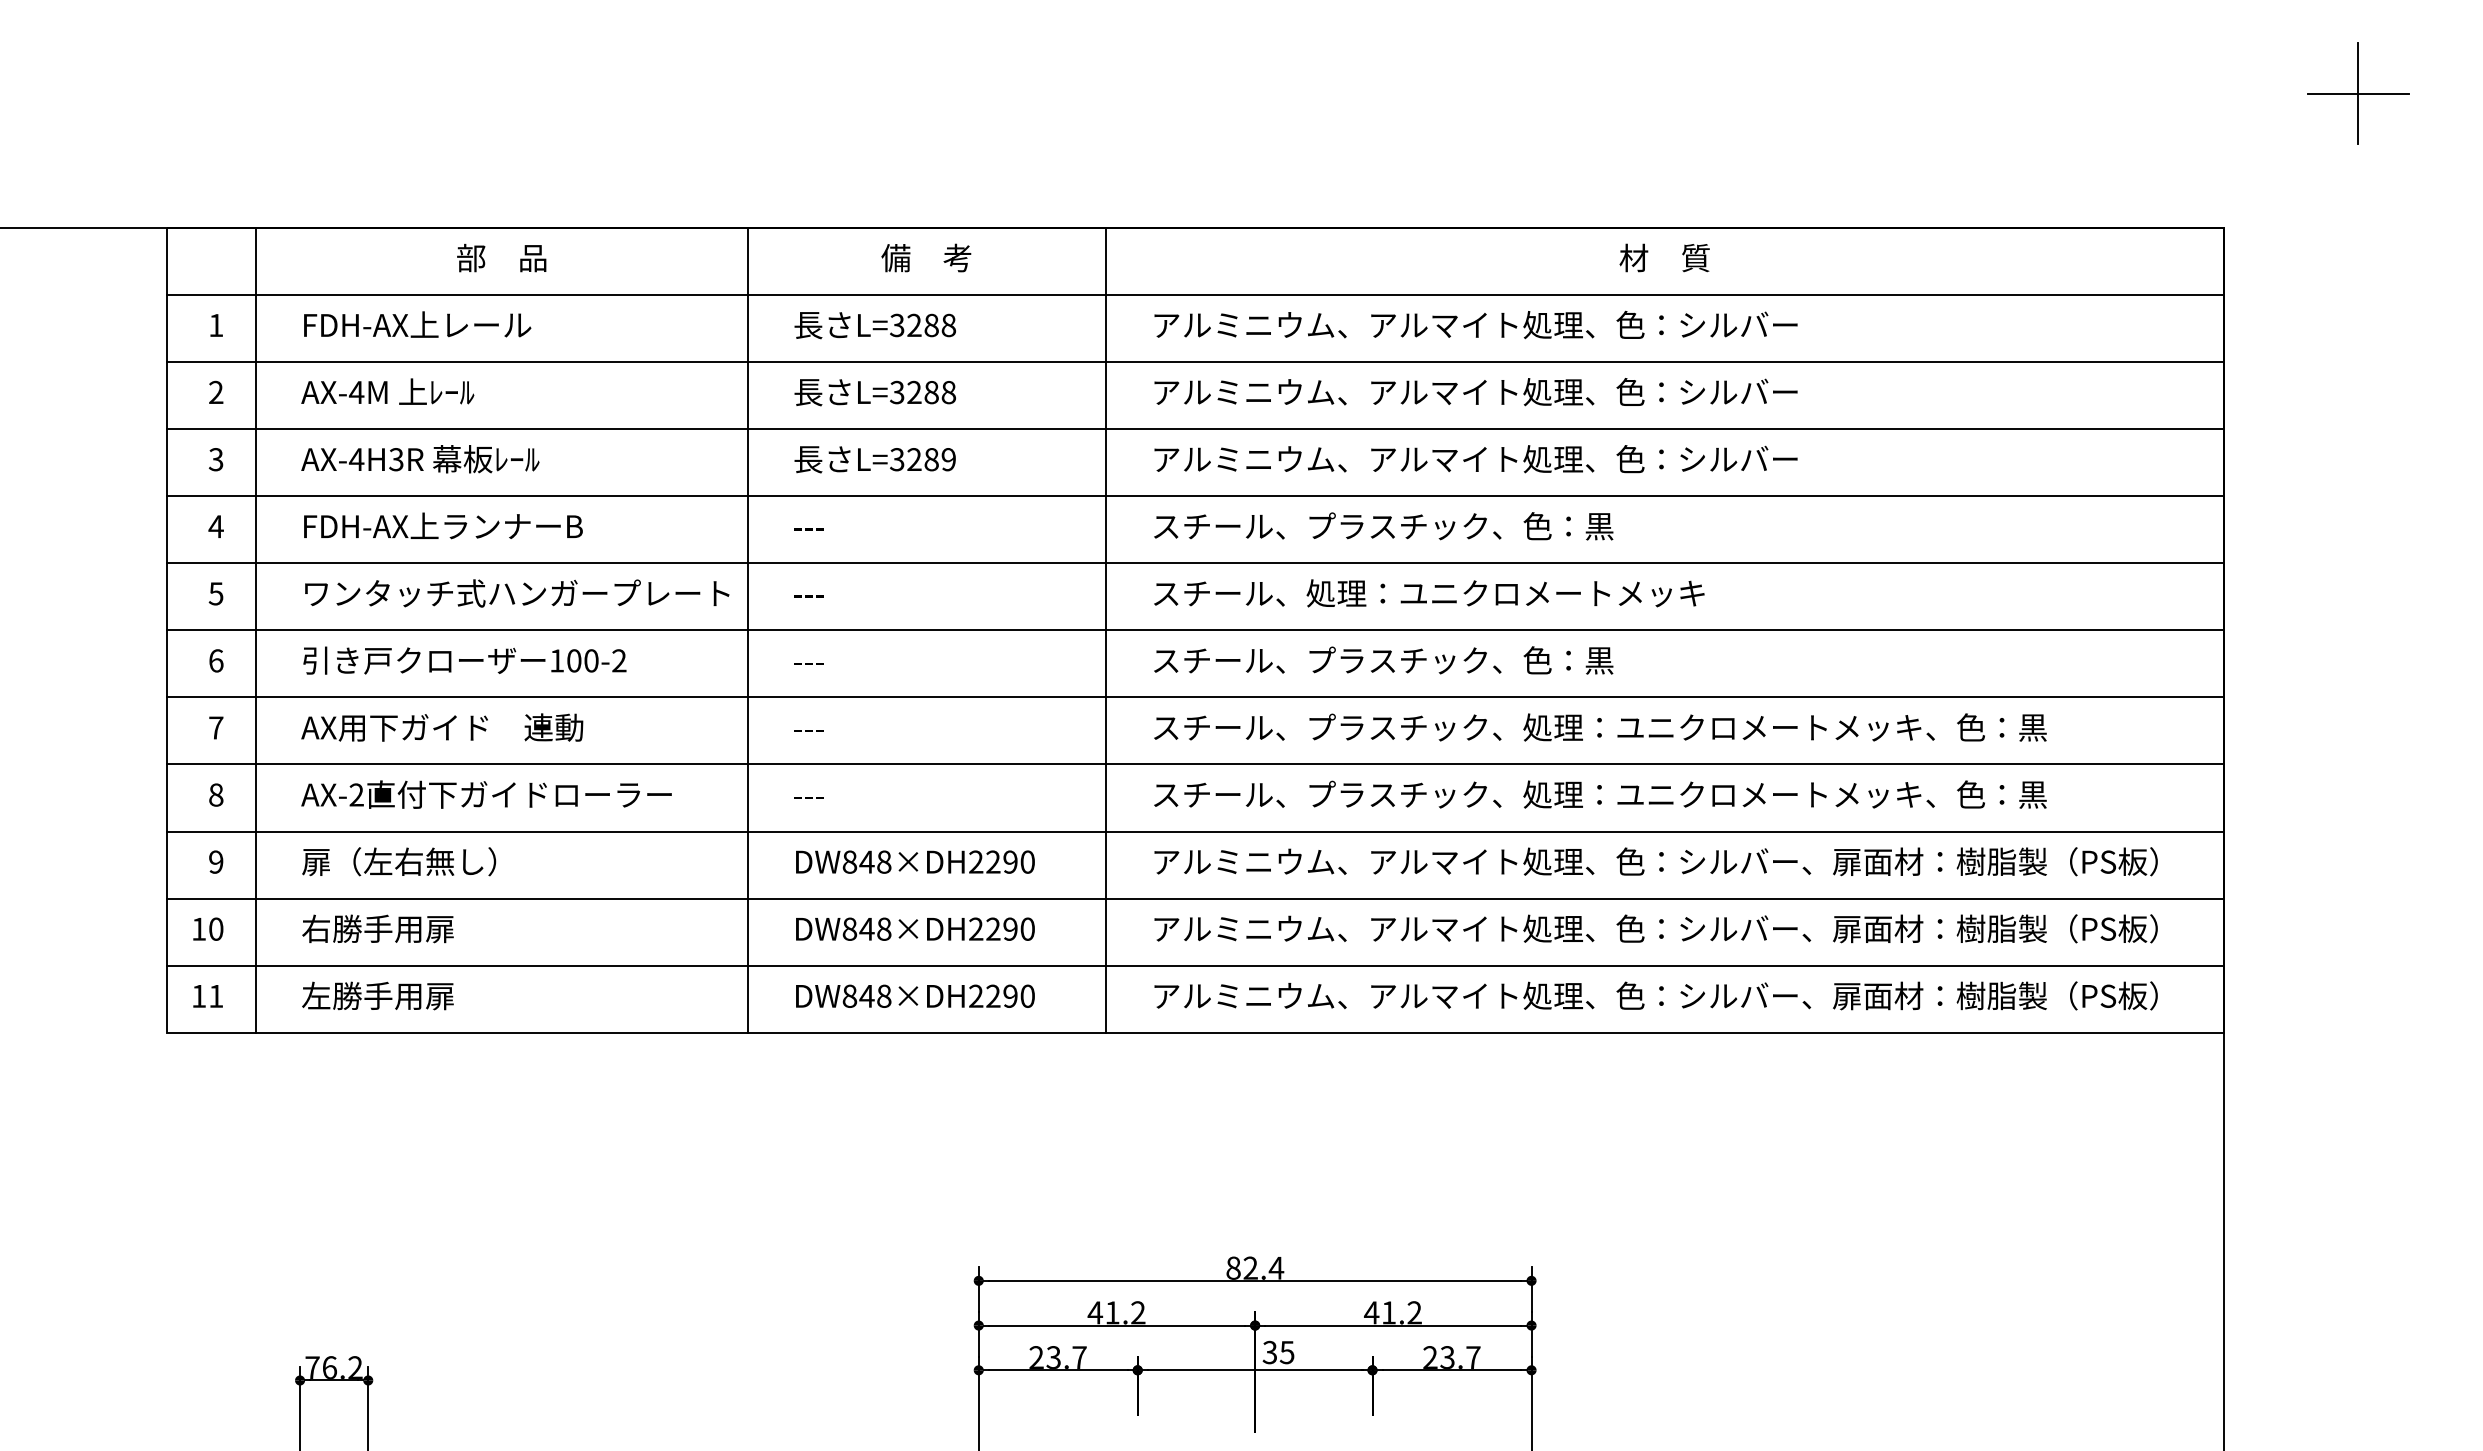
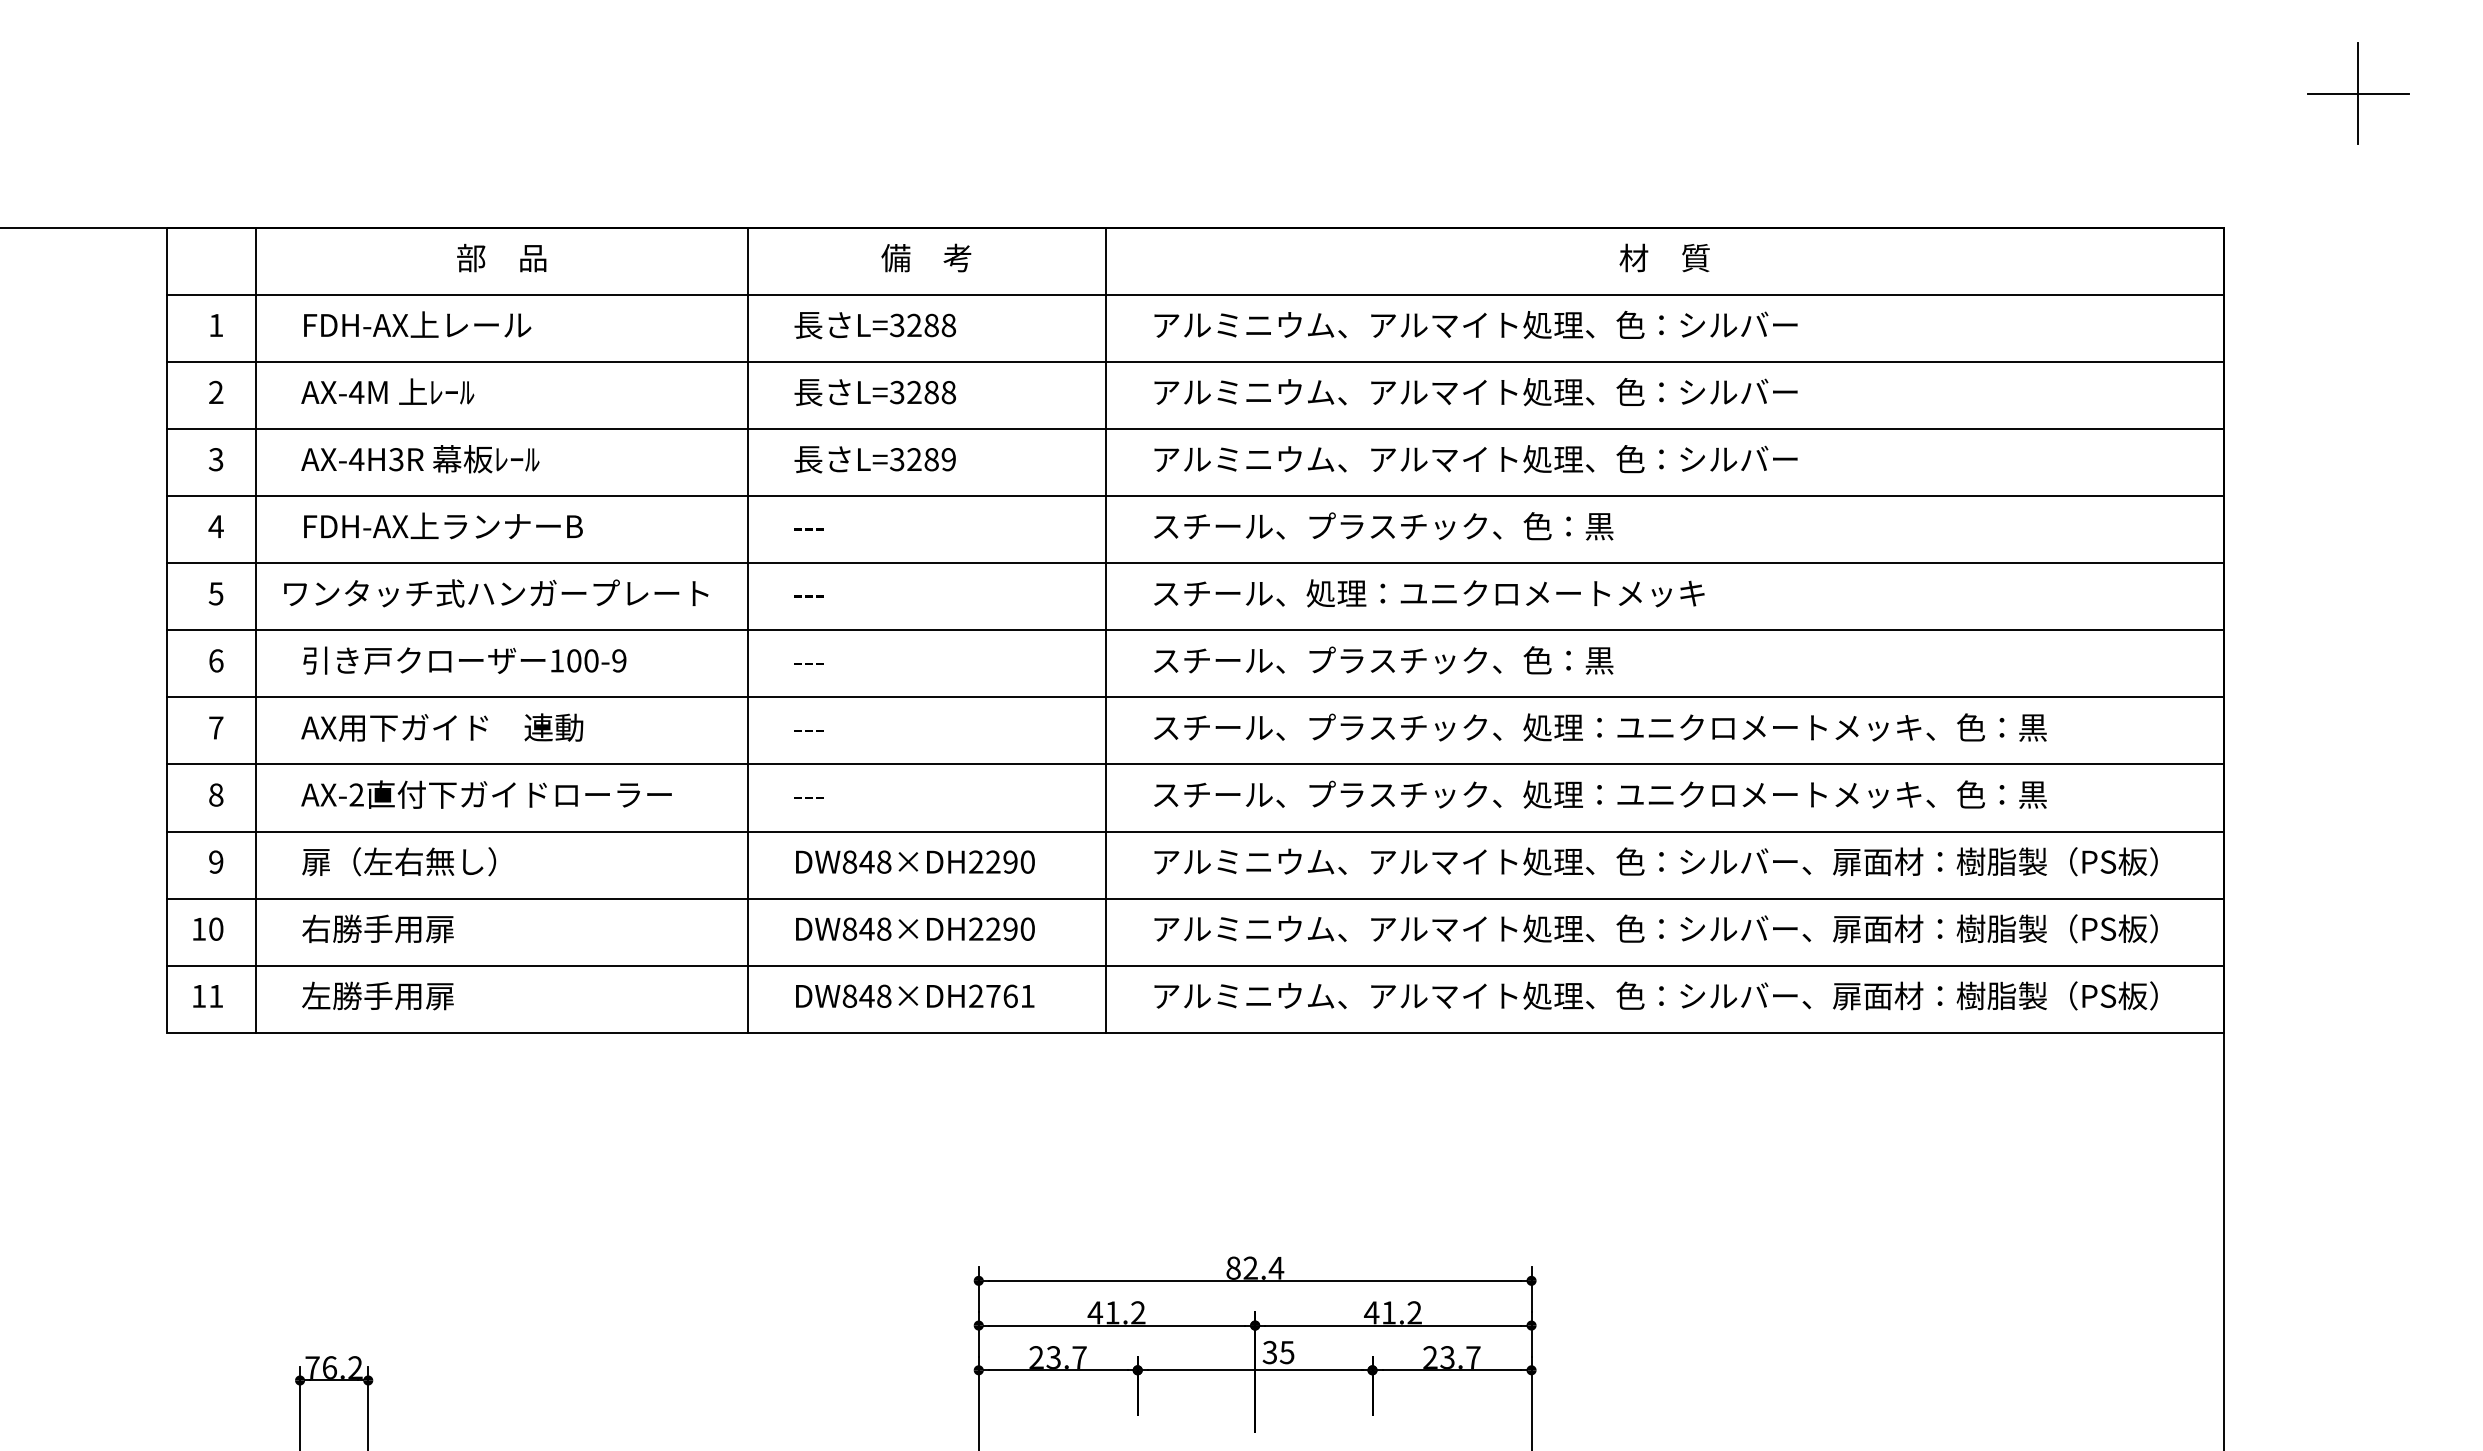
text at (517, 593) position: (517, 593) -> (496, 593)
text at (619, 660): 100-2 -> 100-9
text at (1010, 995): DW848×DH2290 -> DW848×DH2761
